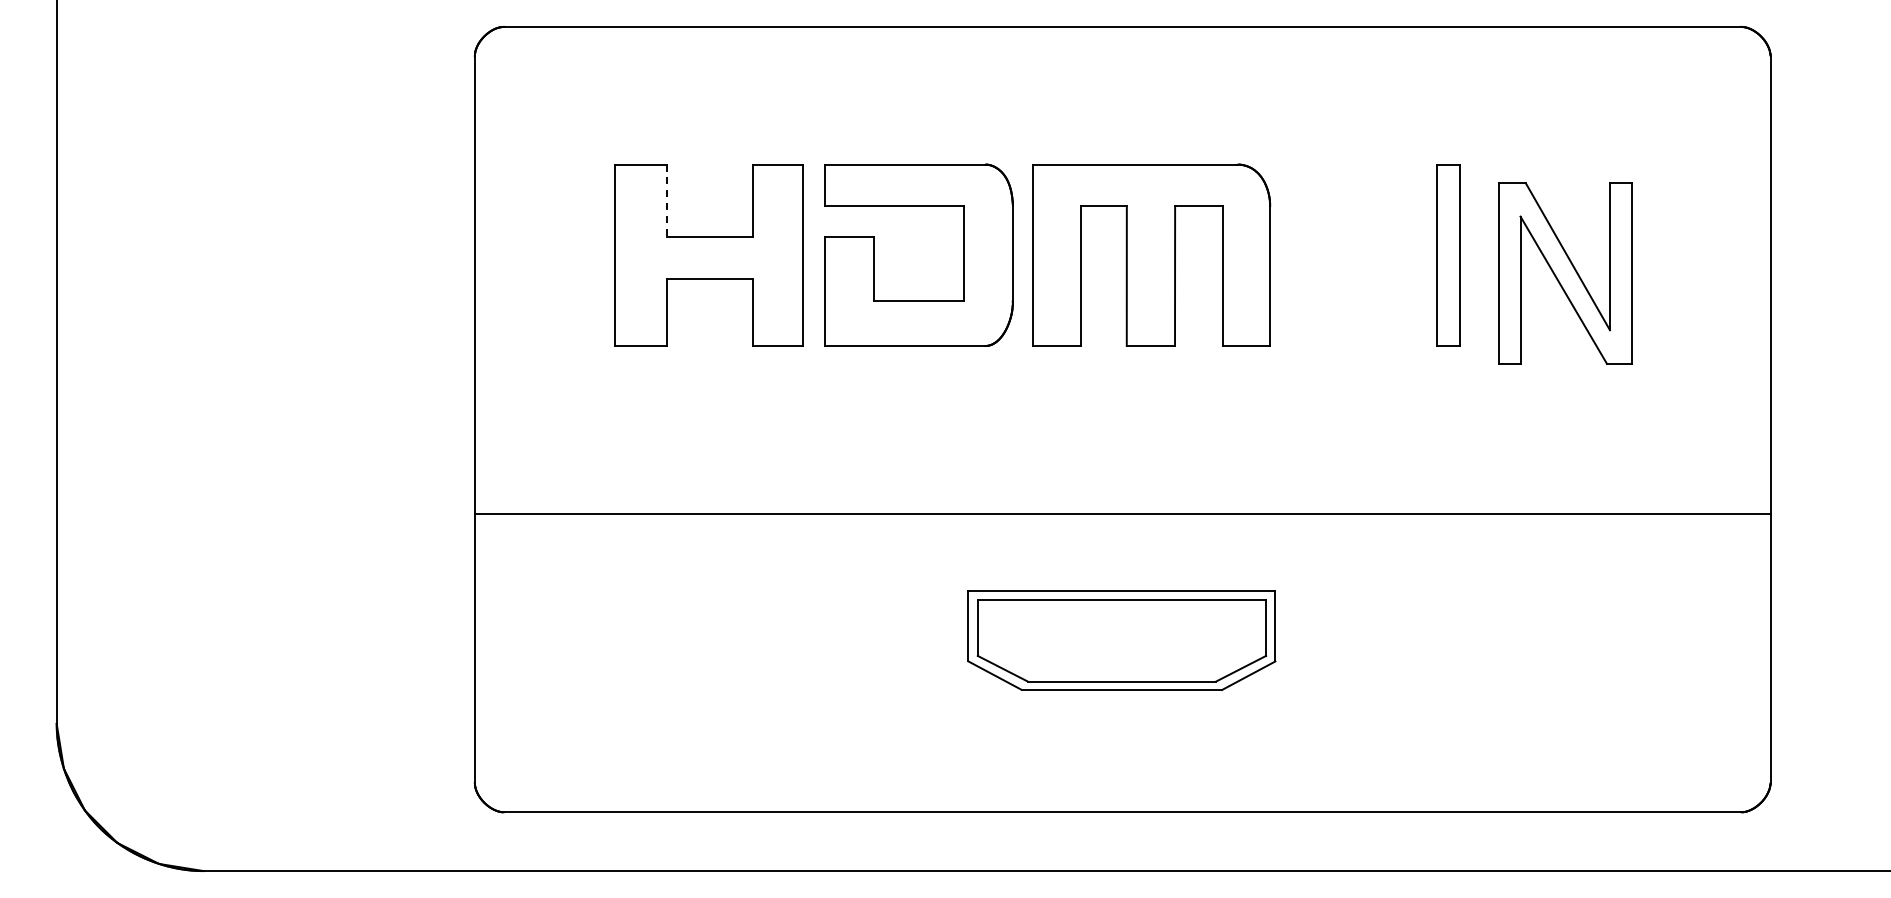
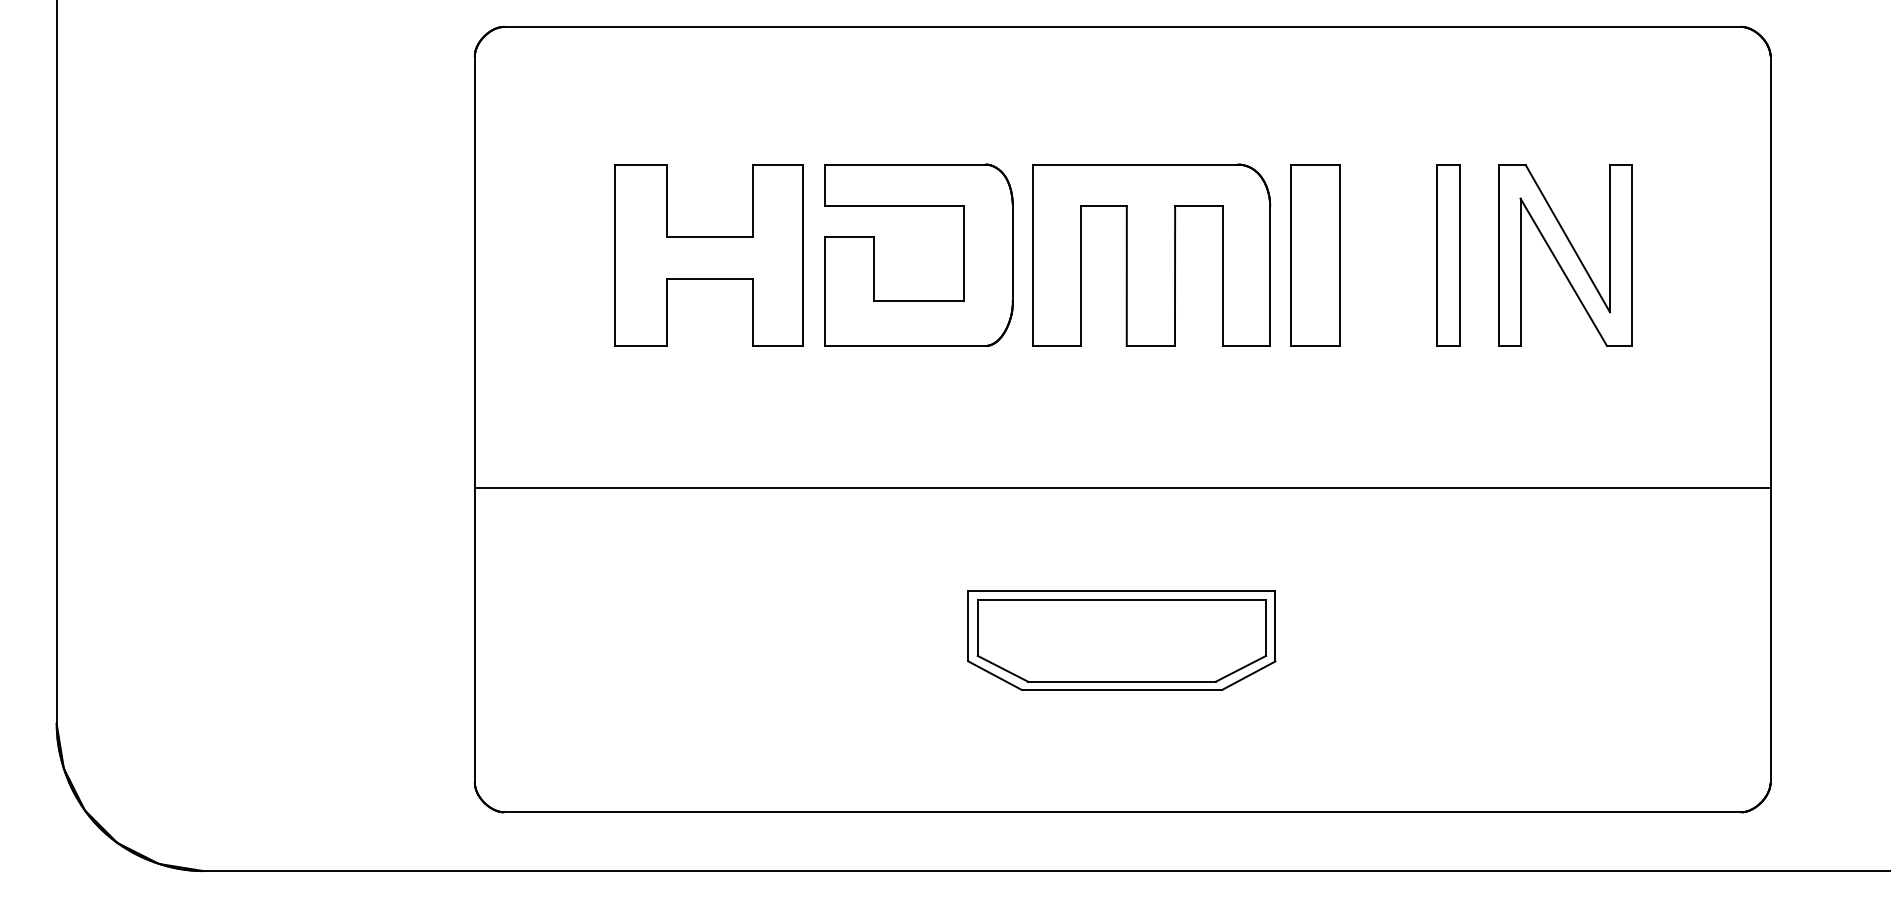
line at (666, 201): dashed -> solid
part at (1315, 255): none -> present
part at (1565, 273) position: (1565, 273) -> (1565, 255)
line at (1122, 514) position: (1122, 514) -> (1122, 488)
